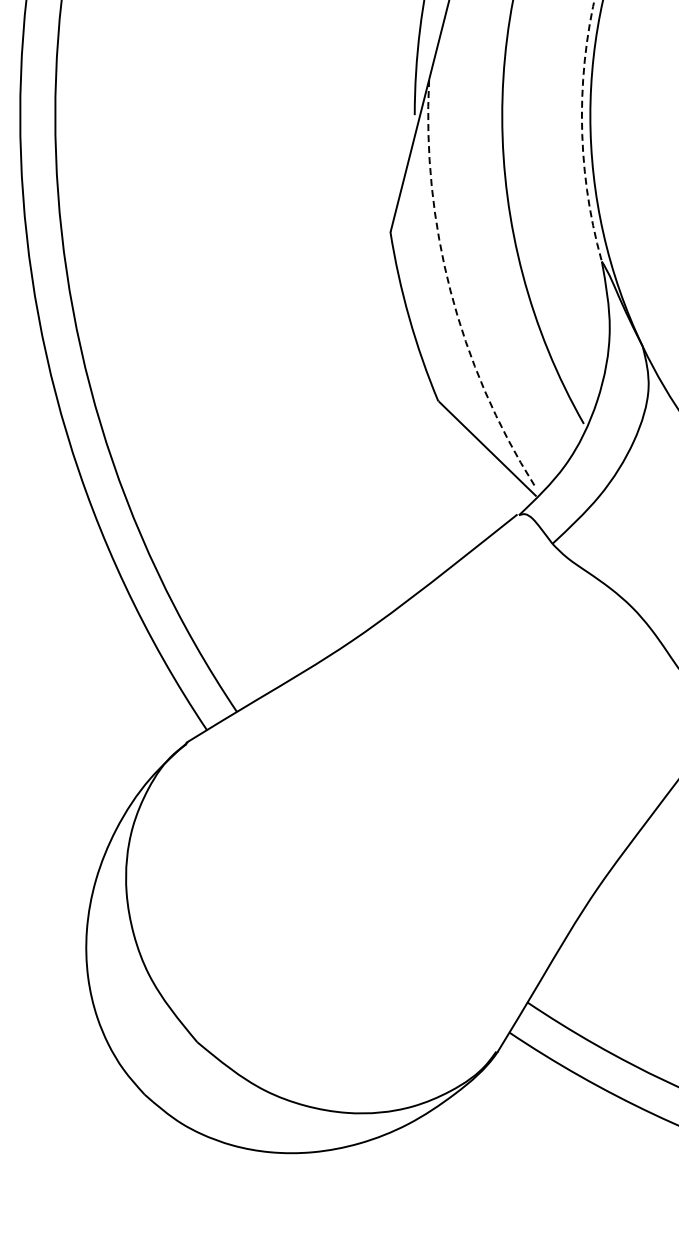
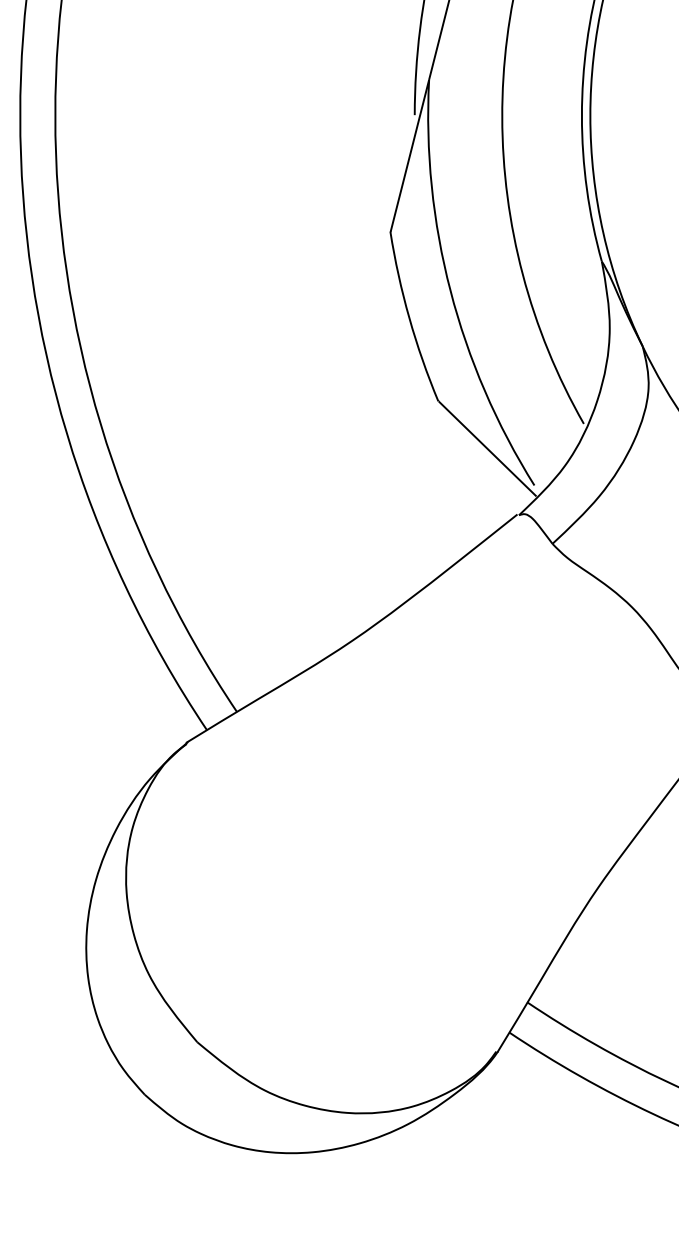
arc at (582, 131): dashed -> solid
arc at (450, 290): dashed -> solid
